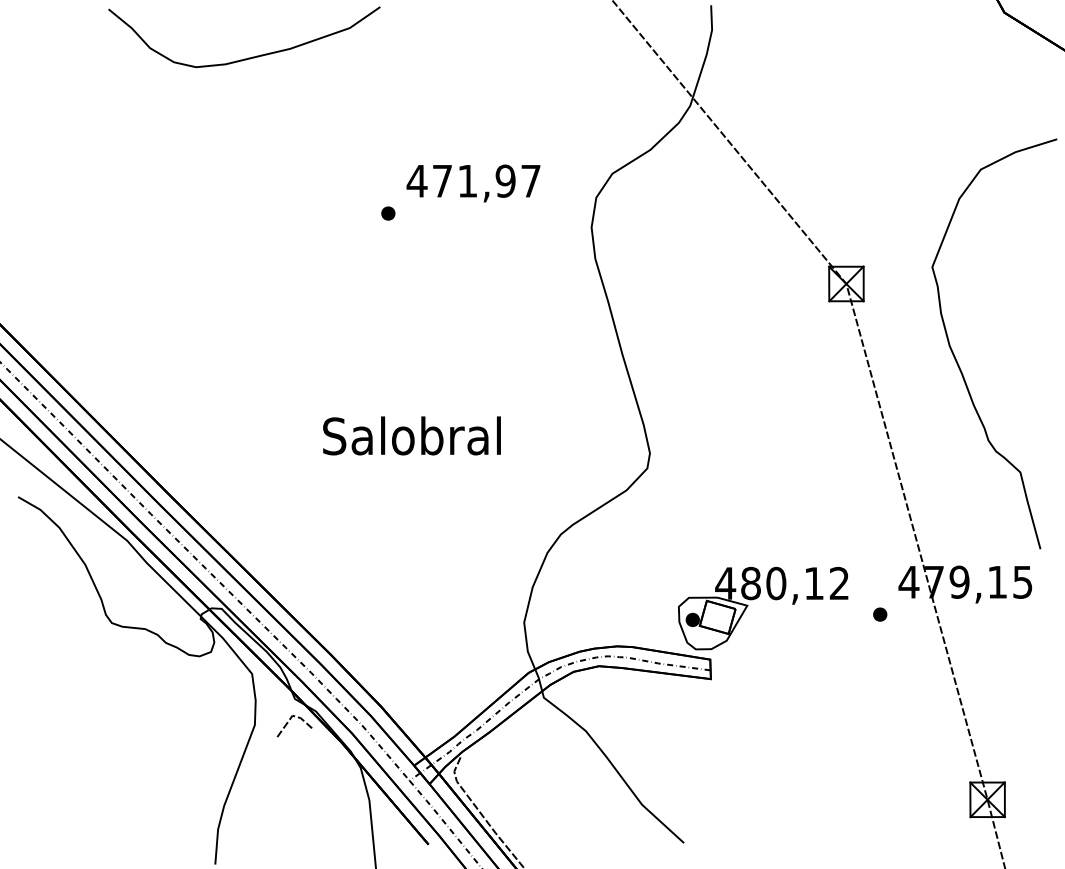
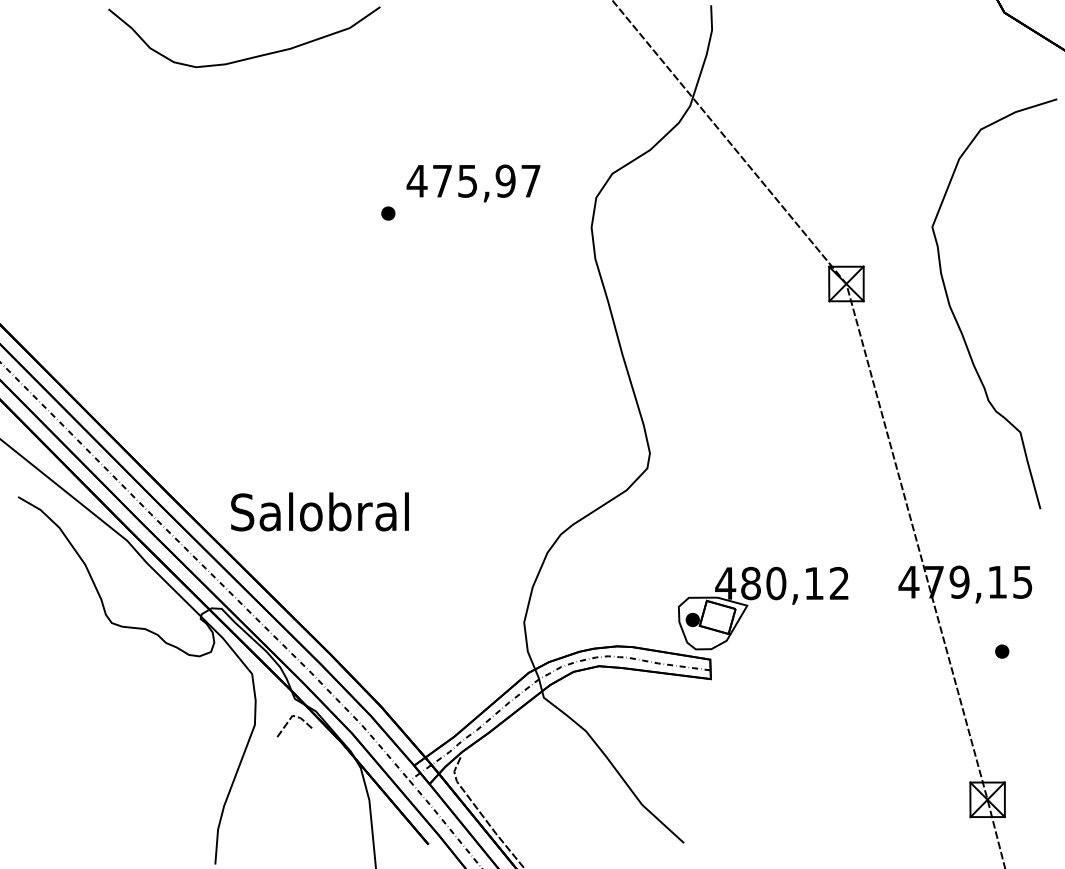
text at (467, 181): 471,97 -> 475,97
curve at (957, 360) position: (957, 360) -> (957, 320)
text at (411, 435) position: (411, 435) -> (319, 511)
part at (880, 614) position: (880, 614) -> (1002, 651)
